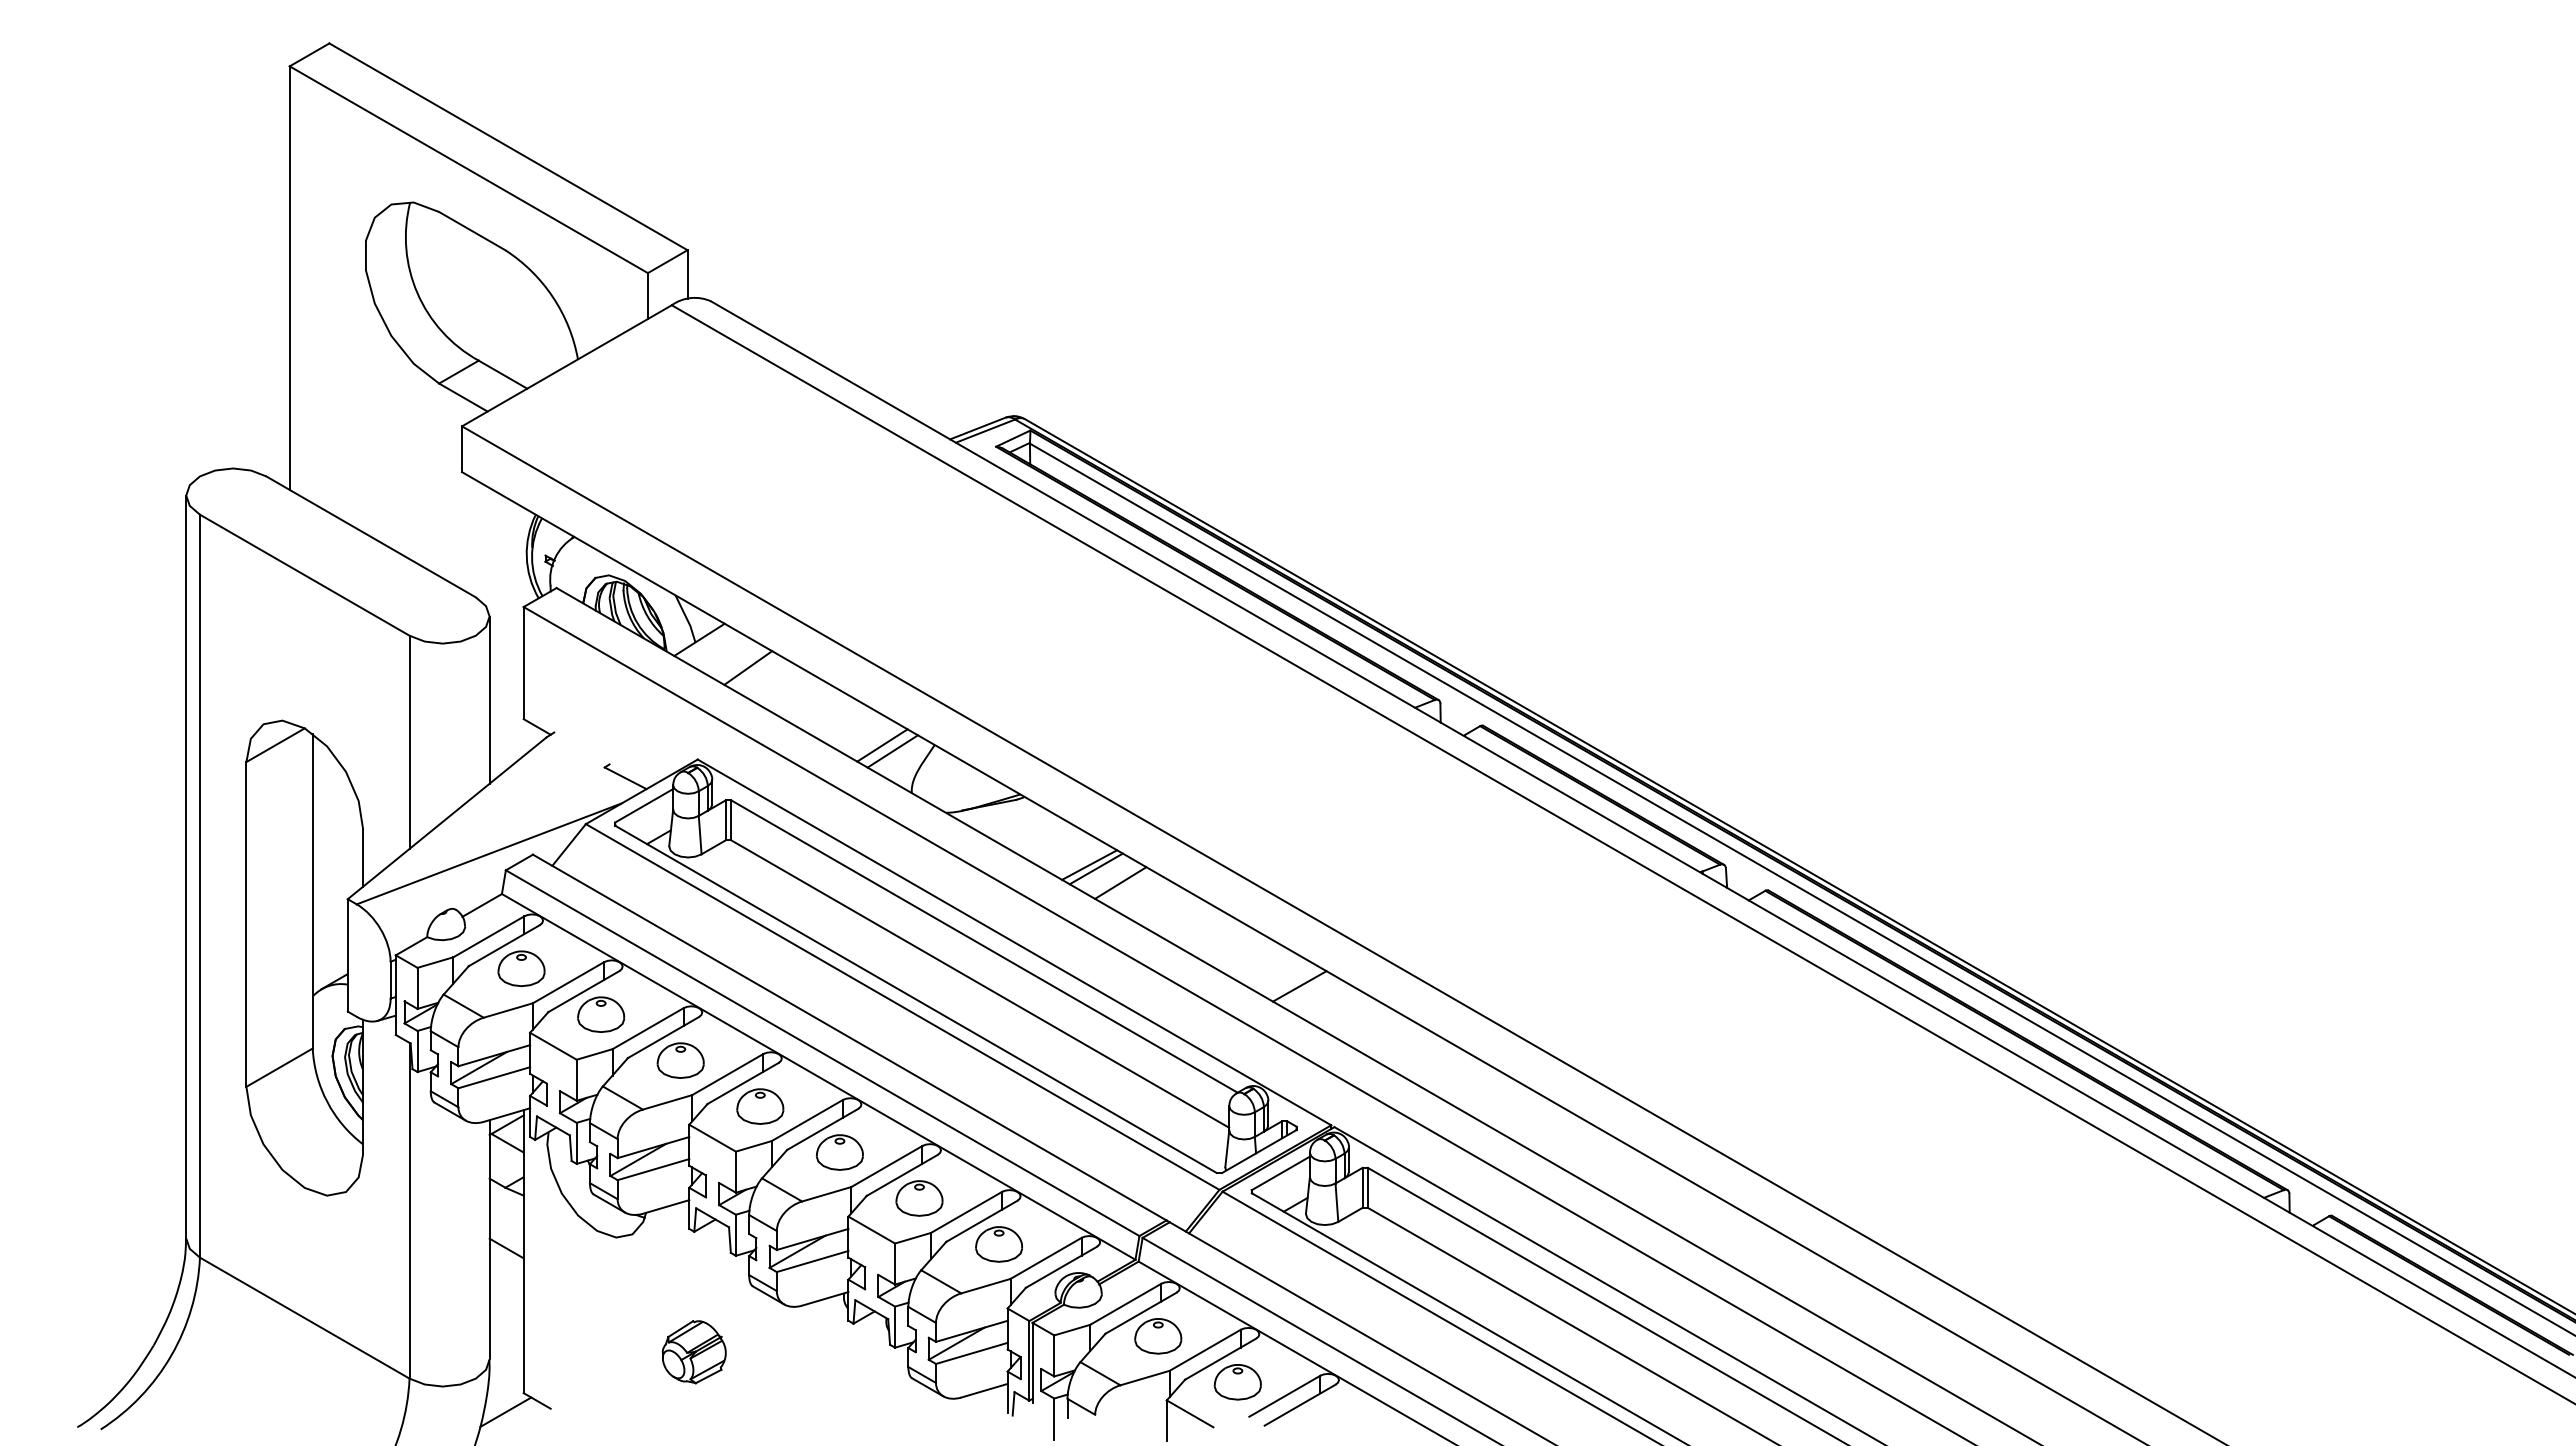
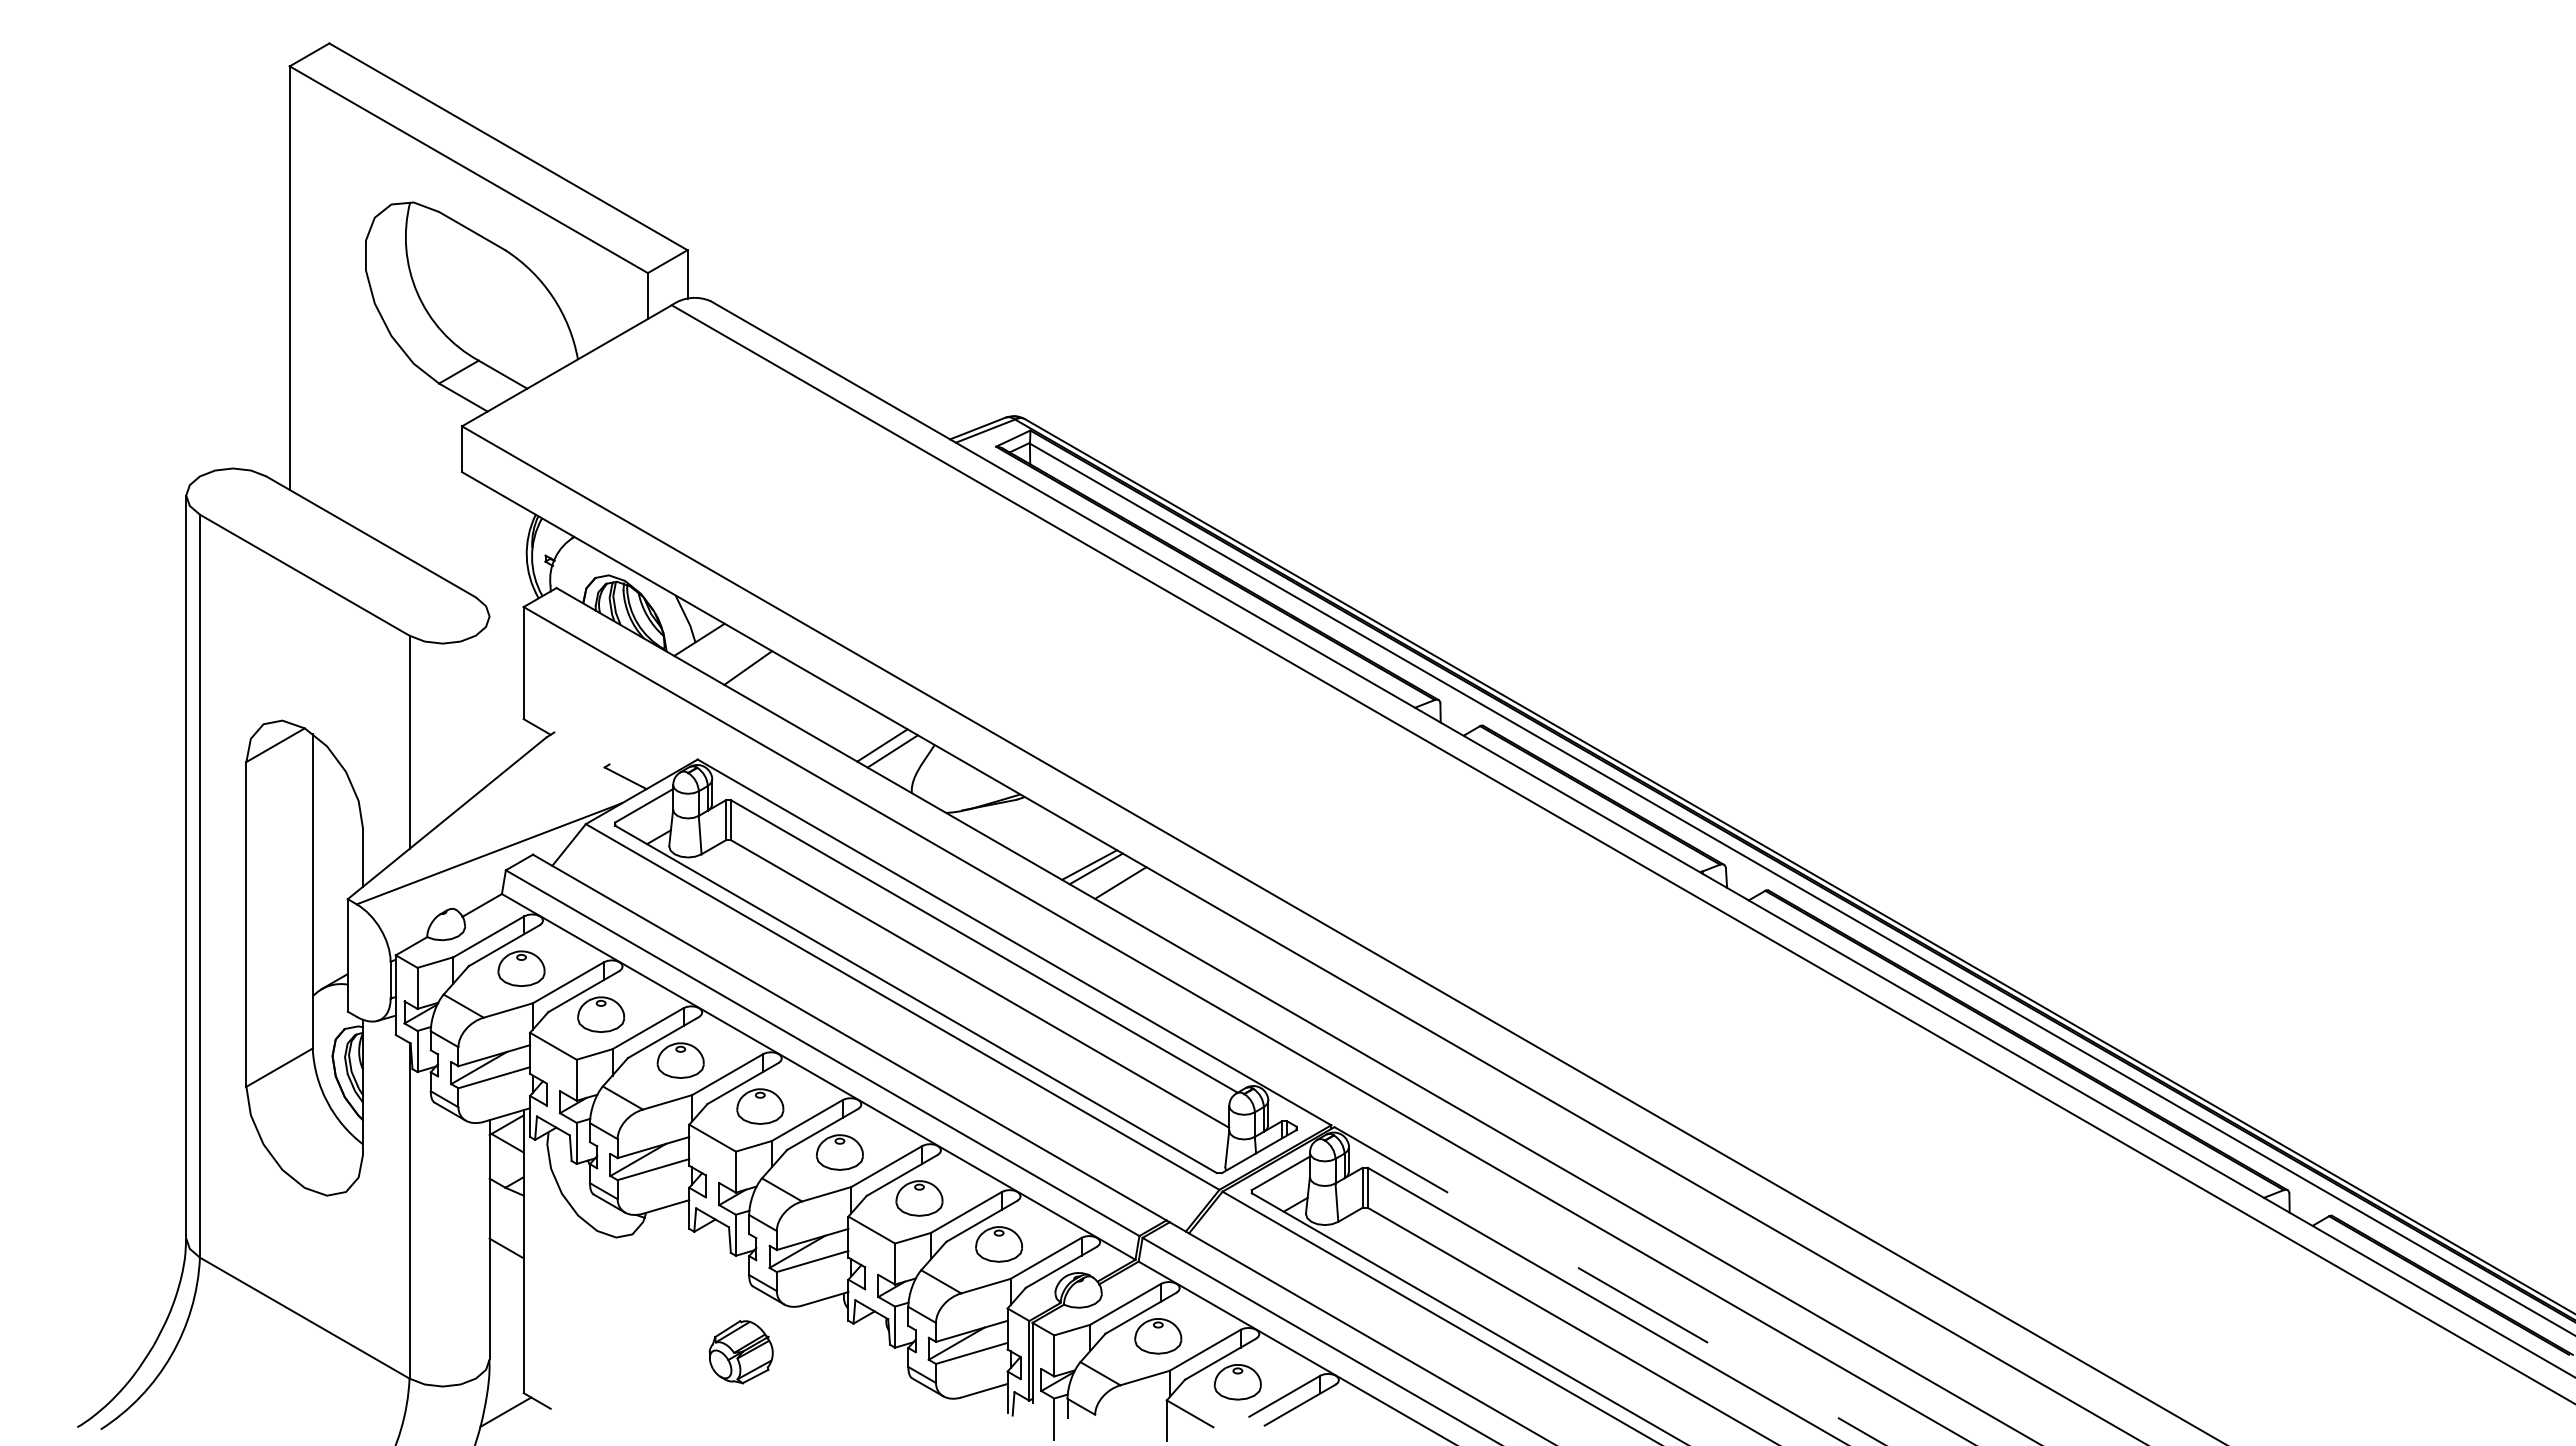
line at (489, 699): present -> none
line at (1299, 986): present -> none
line at (1610, 1286): solid -> dashed
part at (693, 1352) position: (693, 1352) -> (740, 1352)
